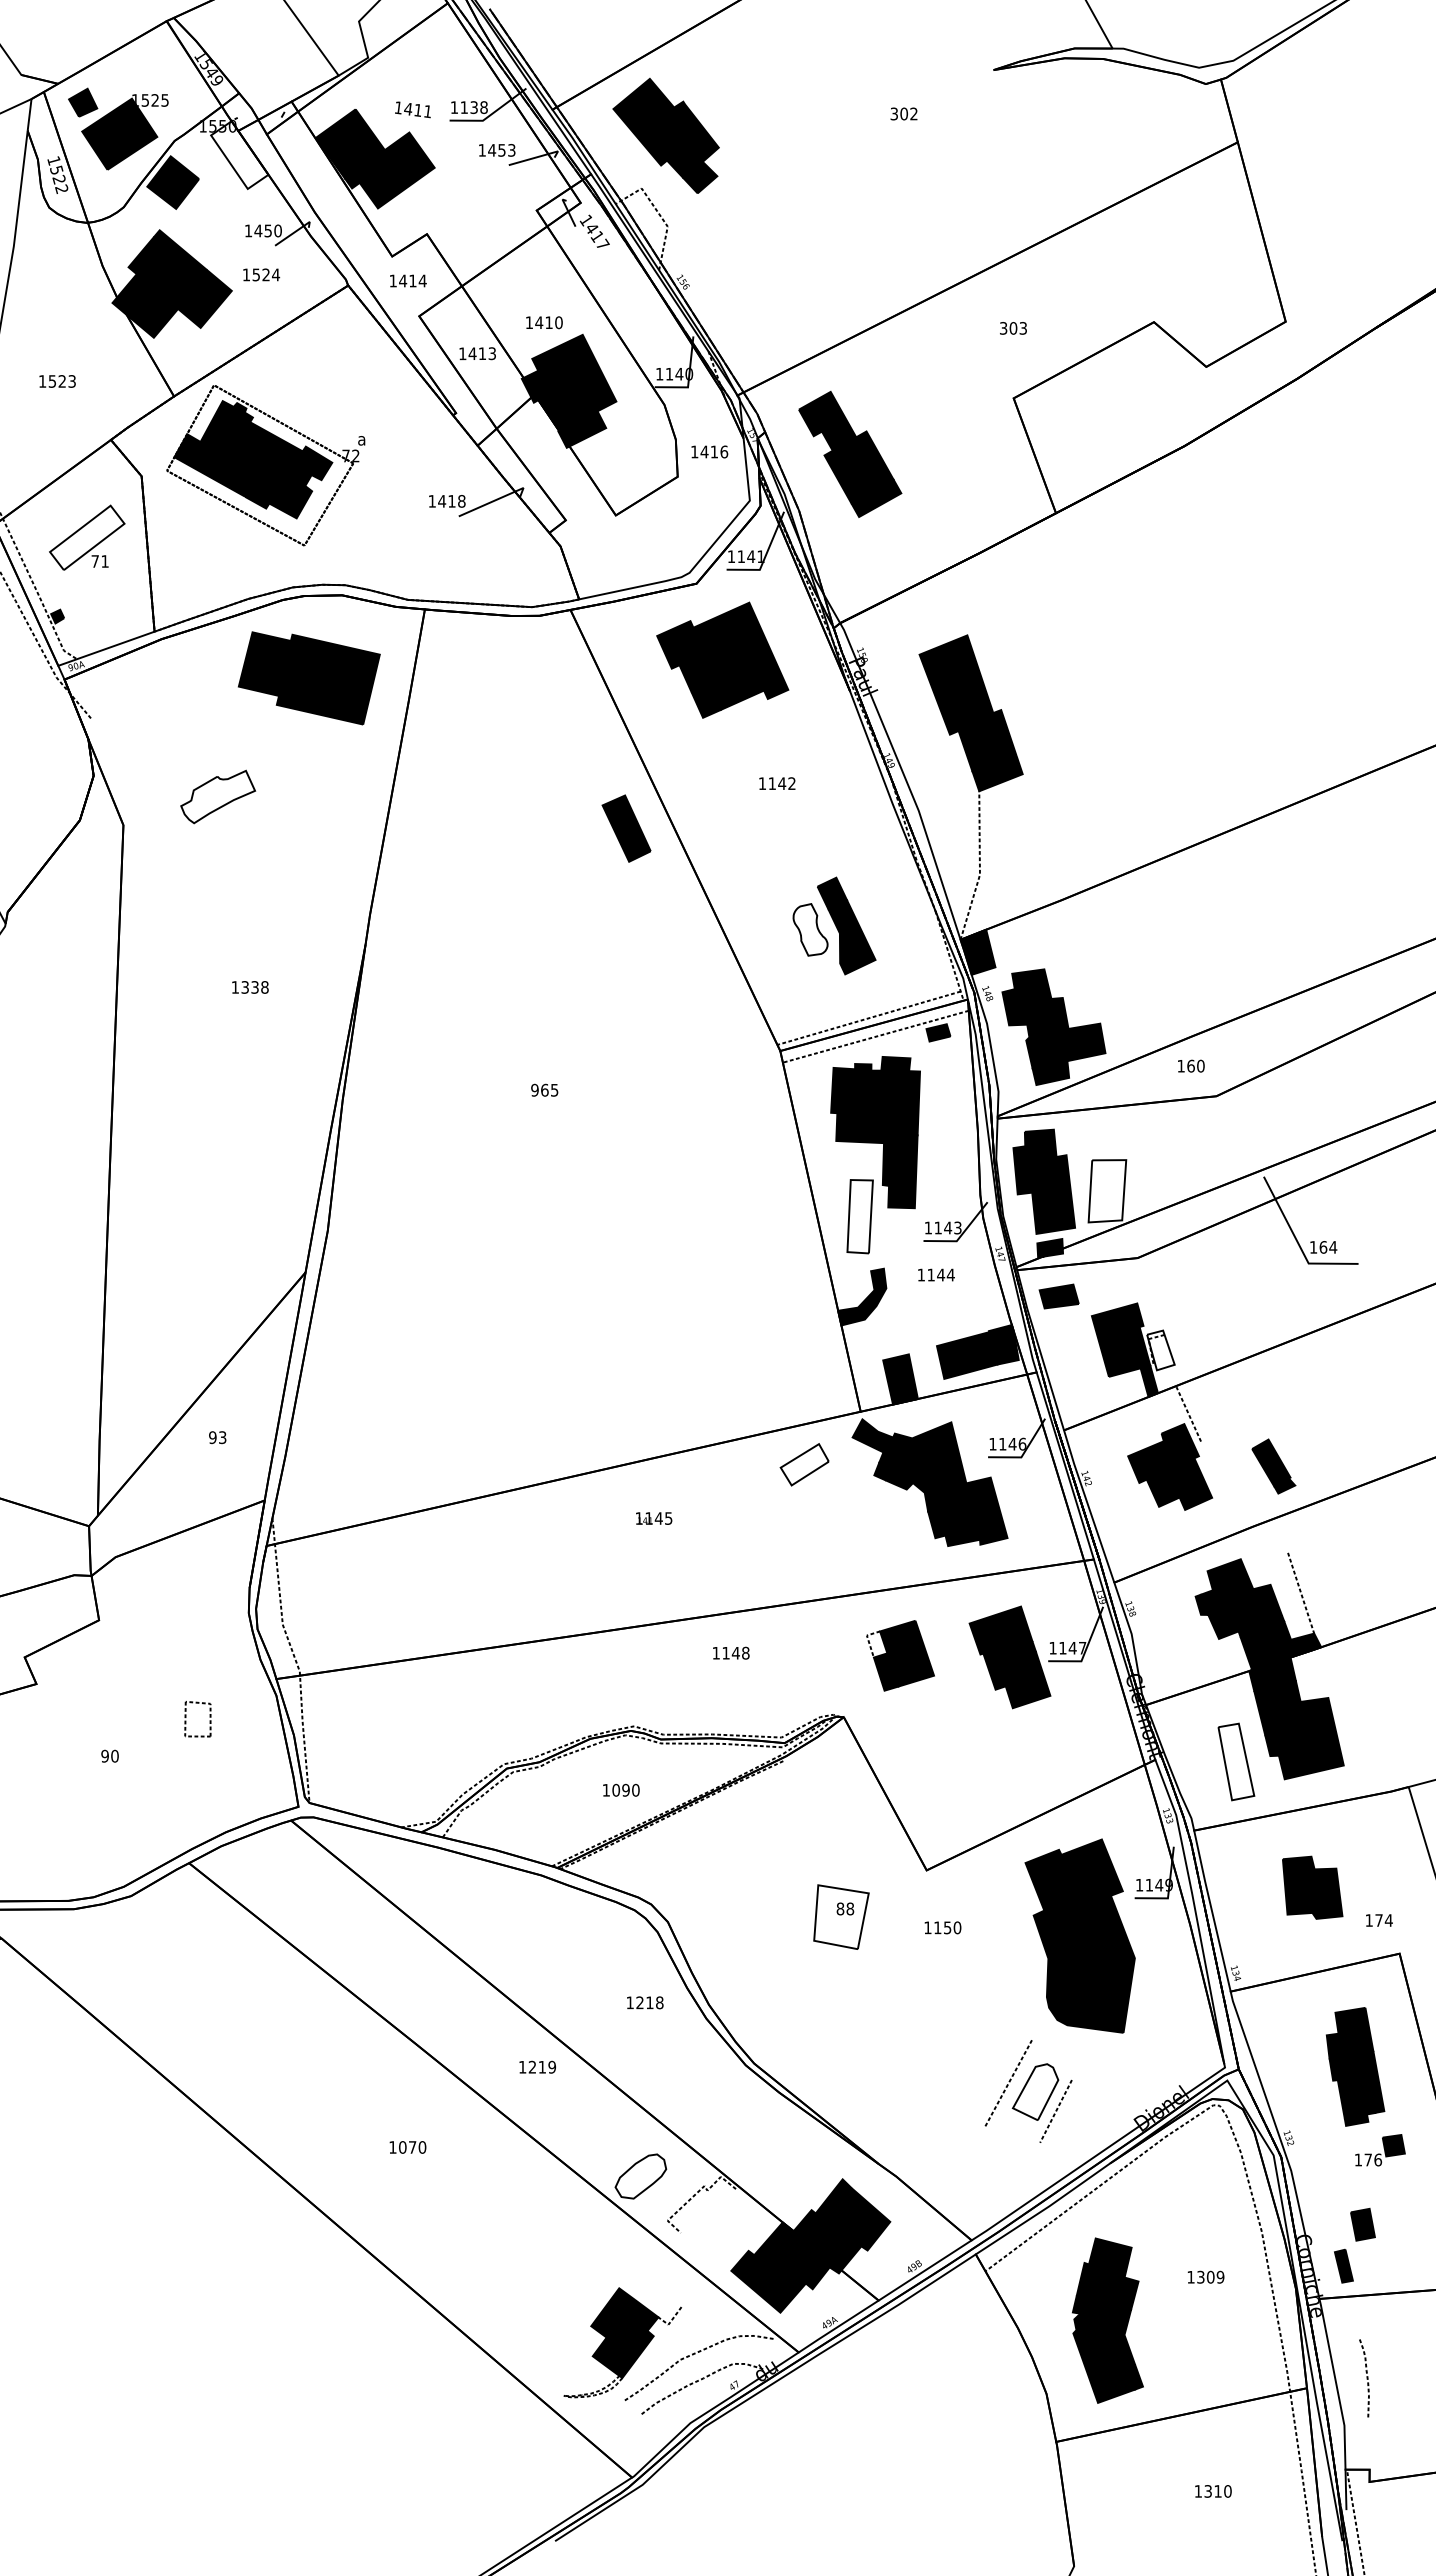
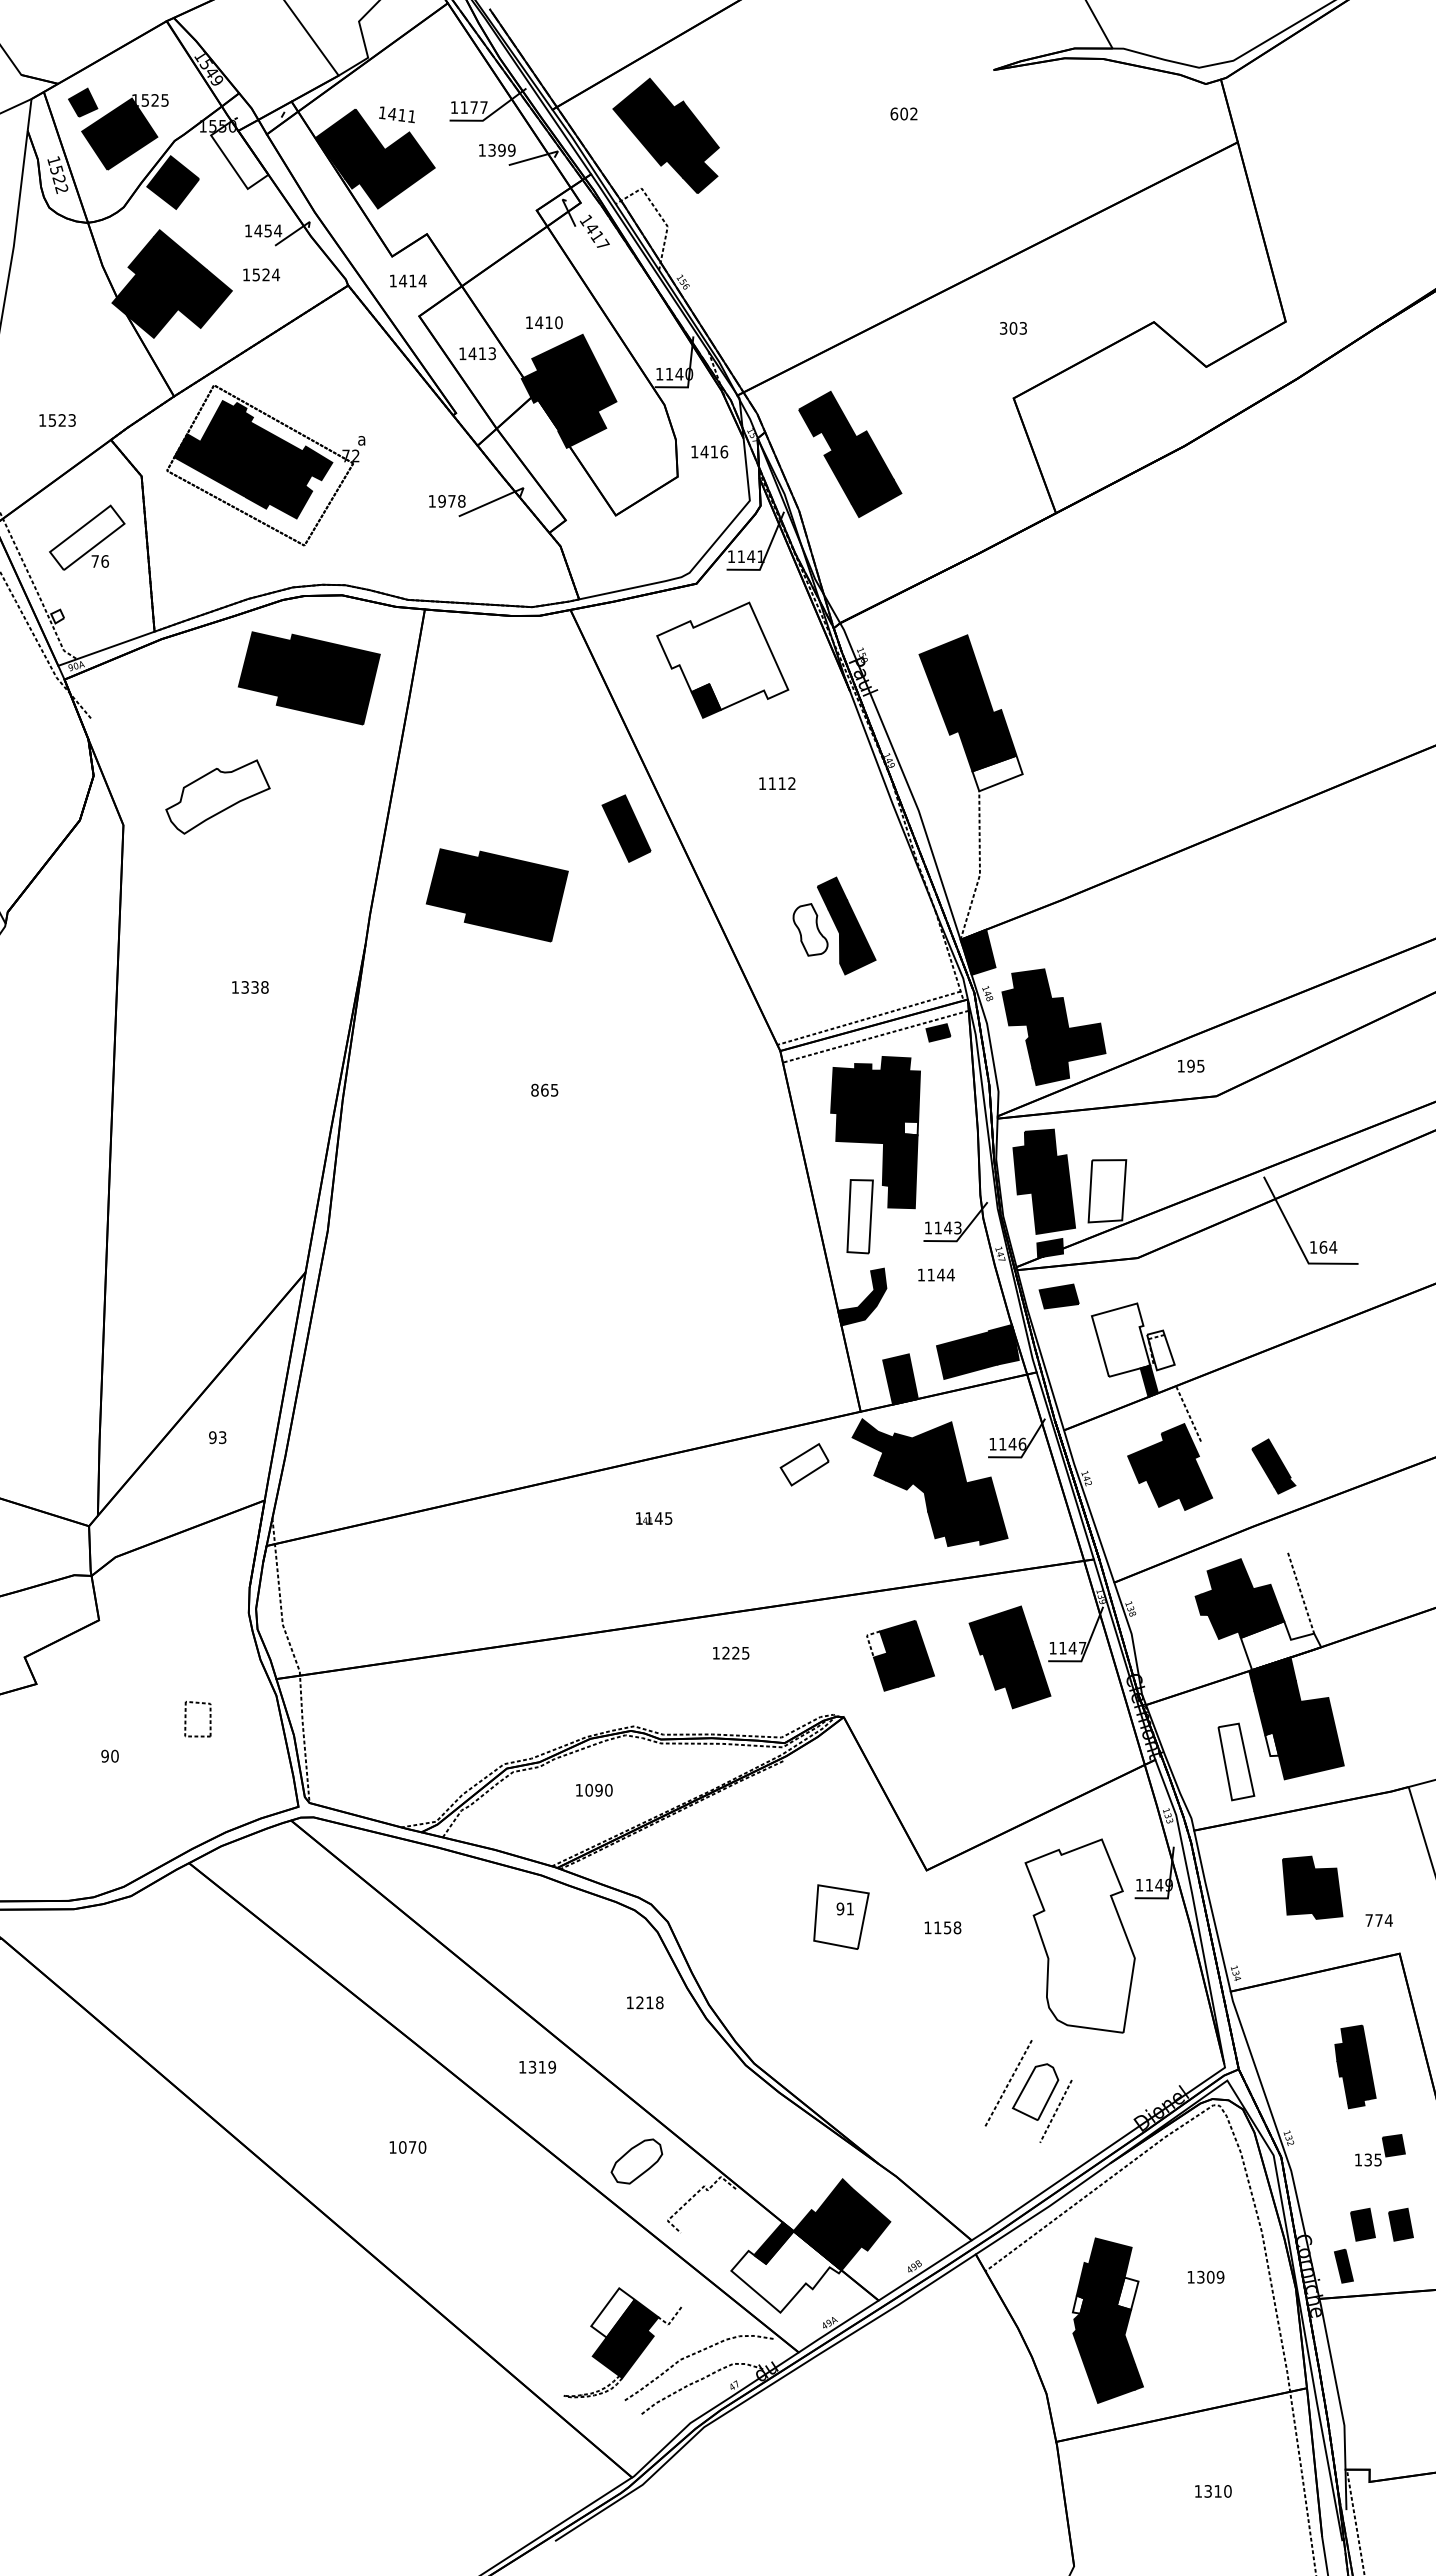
text at (478, 107): 1138 -> 1177
text at (412, 109) position: (412, 109) -> (396, 114)
text at (894, 113): 302 -> 602
text at (501, 150): 1453 -> 1399
text at (278, 230): 1450 -> 1454
text at (57, 381) position: (57, 381) -> (57, 420)
text at (446, 501): 1418 -> 1978
text at (105, 561): 71 -> 76
fill at (57, 616): present -> none
fill at (722, 655): present -> none
fill at (997, 773): present -> none
text at (782, 783): 1142 -> 1112
part at (218, 796) size: 77x56 px -> 106x76 px
part at (496, 895): none -> present
text at (1195, 1065): 160 -> 195
text at (534, 1090): 965 -> 865
fill at (910, 1128): present -> none
fill at (1120, 1339): present -> none
fill at (1280, 1645): present -> none
text at (735, 1652): 1148 -> 1225
fill at (1271, 1744): present -> none
text at (621, 1789) position: (621, 1789) -> (594, 1789)
text at (845, 1908): 88 -> 91
text at (1368, 1920): 174 -> 774
text at (957, 1927): 1150 -> 1158
fill at (1079, 1935): present -> none
part at (1355, 2066) size: 61x120 px -> 43x86 px
text at (532, 2067): 1219 -> 1319
text at (1373, 2159): 176 -> 135
part at (640, 2176) position: (640, 2176) -> (636, 2161)
part at (1400, 2224): none -> present
fill at (786, 2271): present -> none
fill at (1127, 2293): present -> none
fill at (1078, 2304): present -> none
fill at (612, 2312): present -> none
curve at (1366, 2378): present -> none
